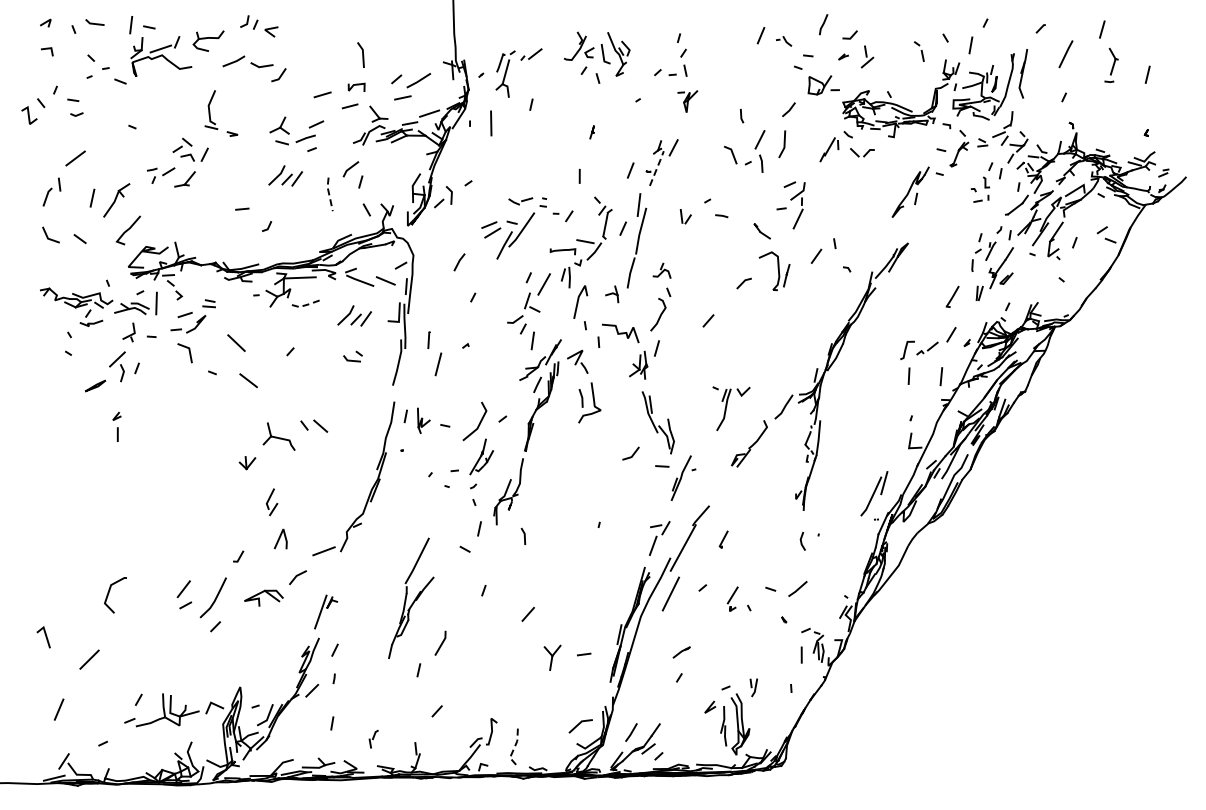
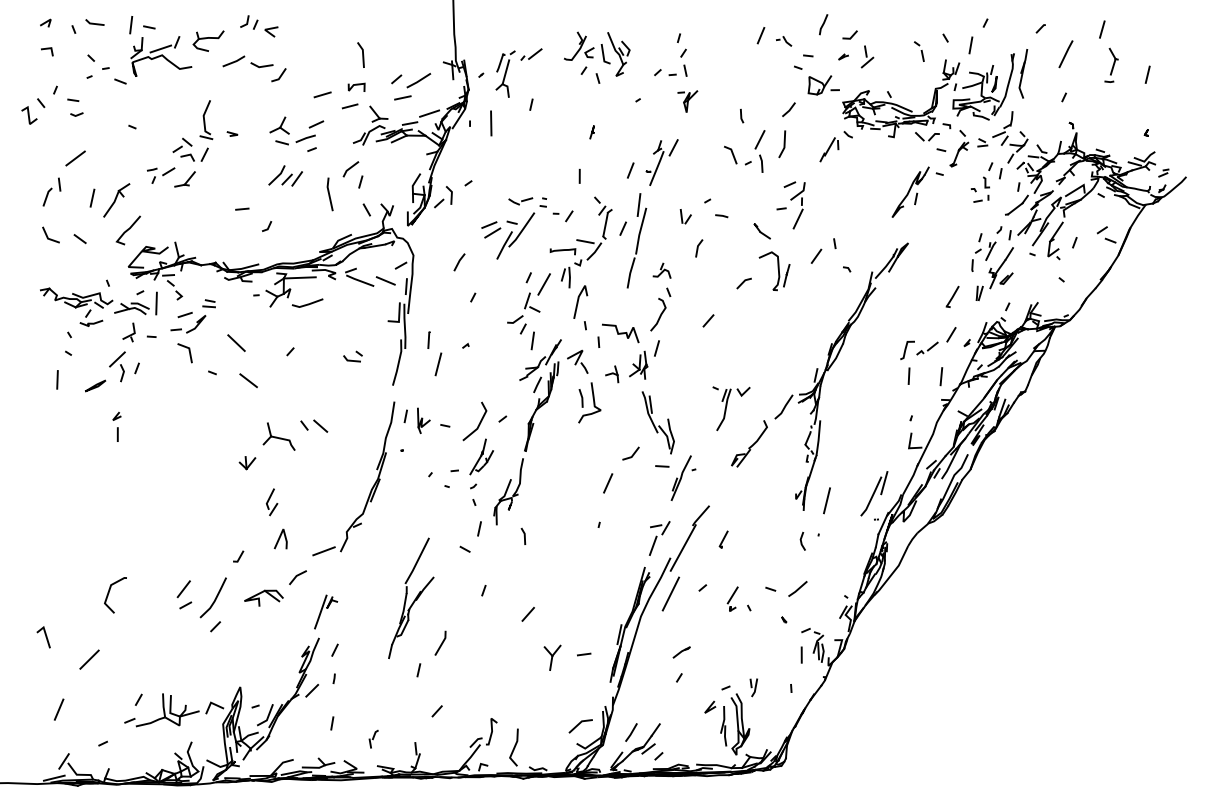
part at (211, 110) position: (211, 110) -> (206, 120)
part at (862, 152) position: (862, 152) -> (927, 136)
line at (657, 167): dashed -> solid
line at (329, 193): dashed -> solid
line at (698, 248): none -> present
part at (612, 294) position: (612, 294) -> (612, 374)
line at (308, 304): dashed -> solid
part at (354, 315): present -> none
line at (57, 379): none -> present
line at (608, 483): none -> present
line at (826, 500): none -> present
line at (513, 749): dashed -> solid
